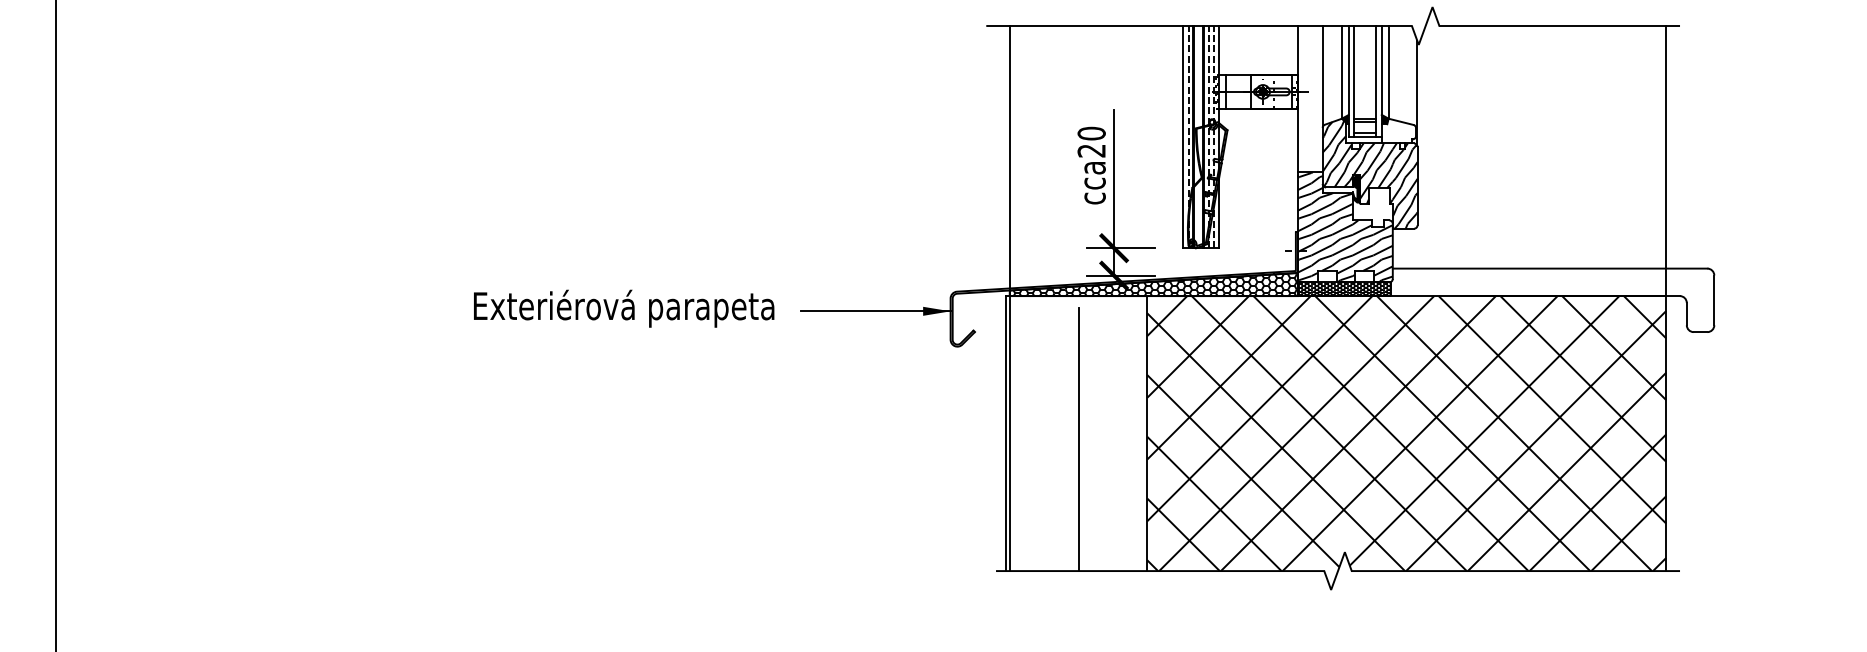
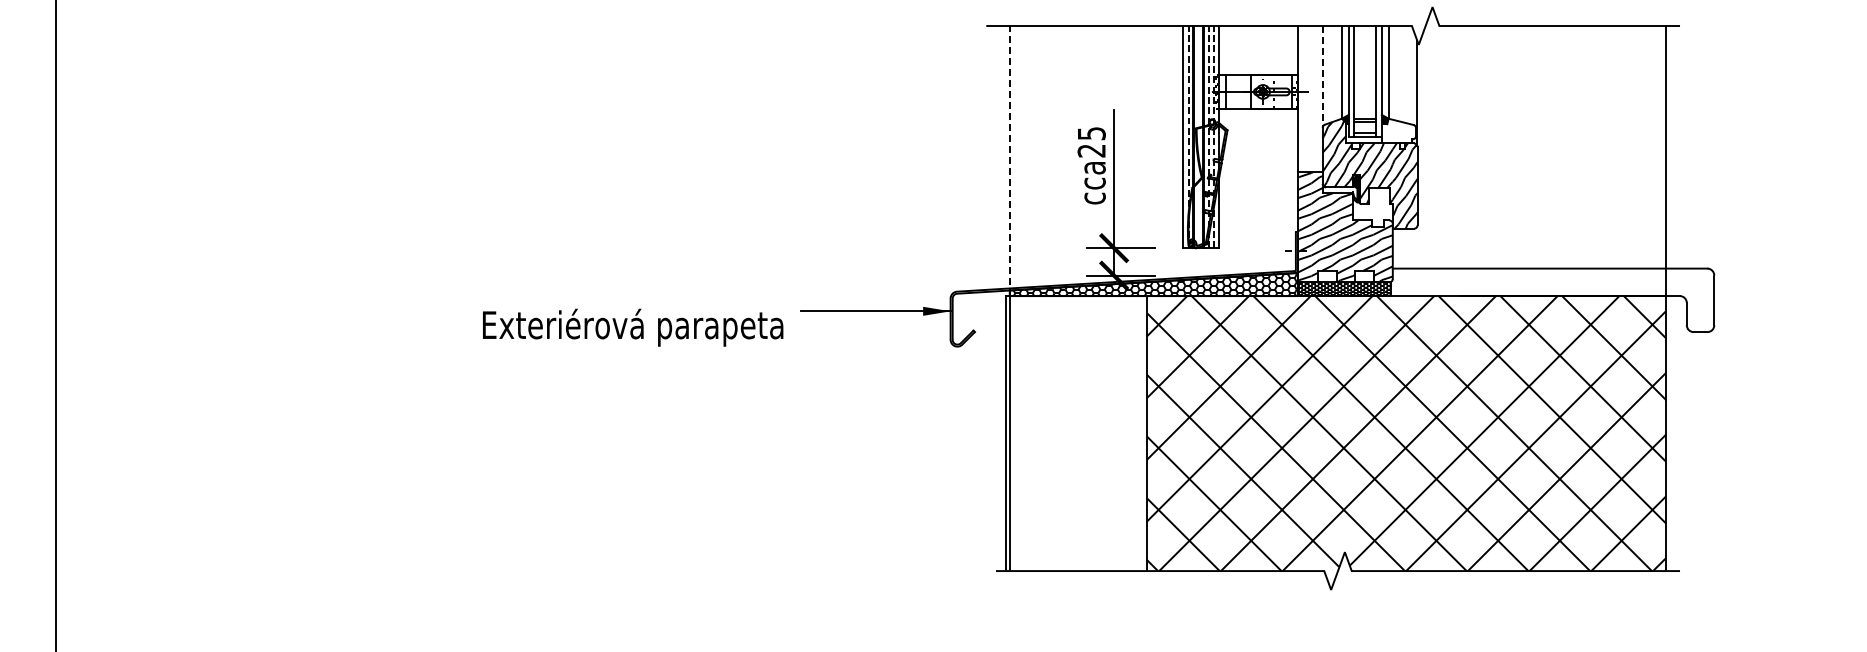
line at (1322, 76): solid -> dashed
text at (1091, 133): cca20 -> cca25
line at (1009, 160): solid -> dashed
text at (624, 308) position: (624, 308) -> (633, 327)
line at (1078, 439): present -> none
